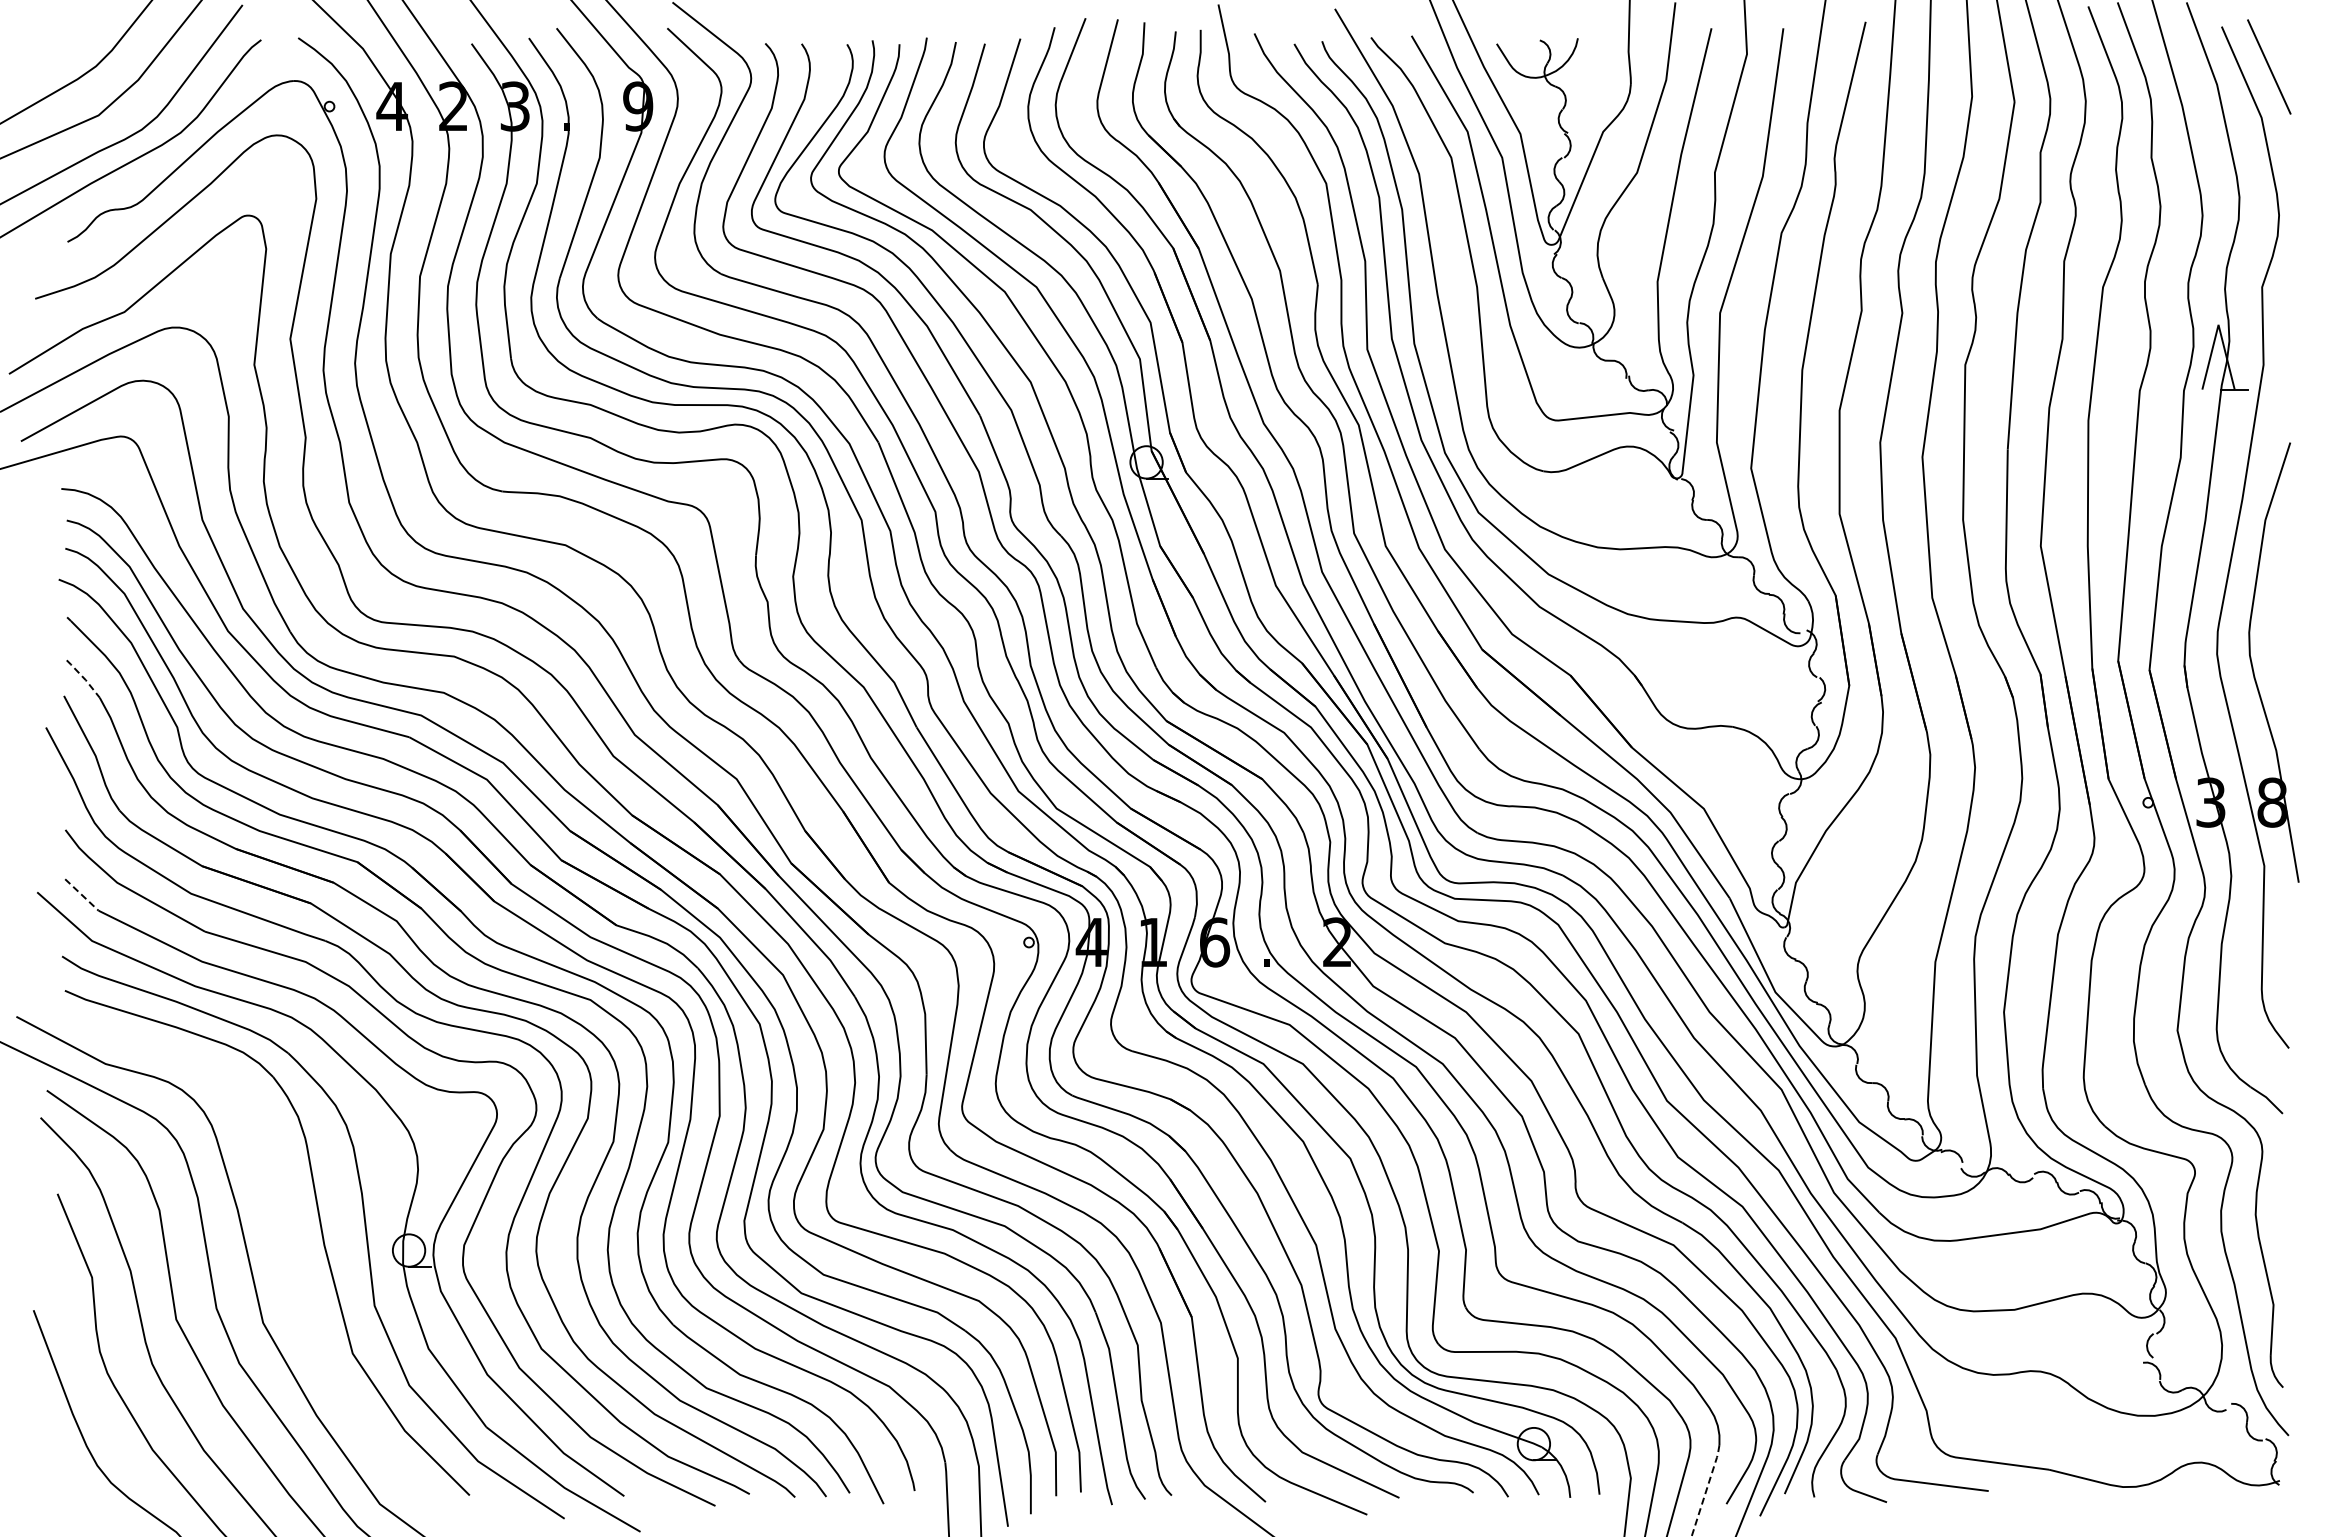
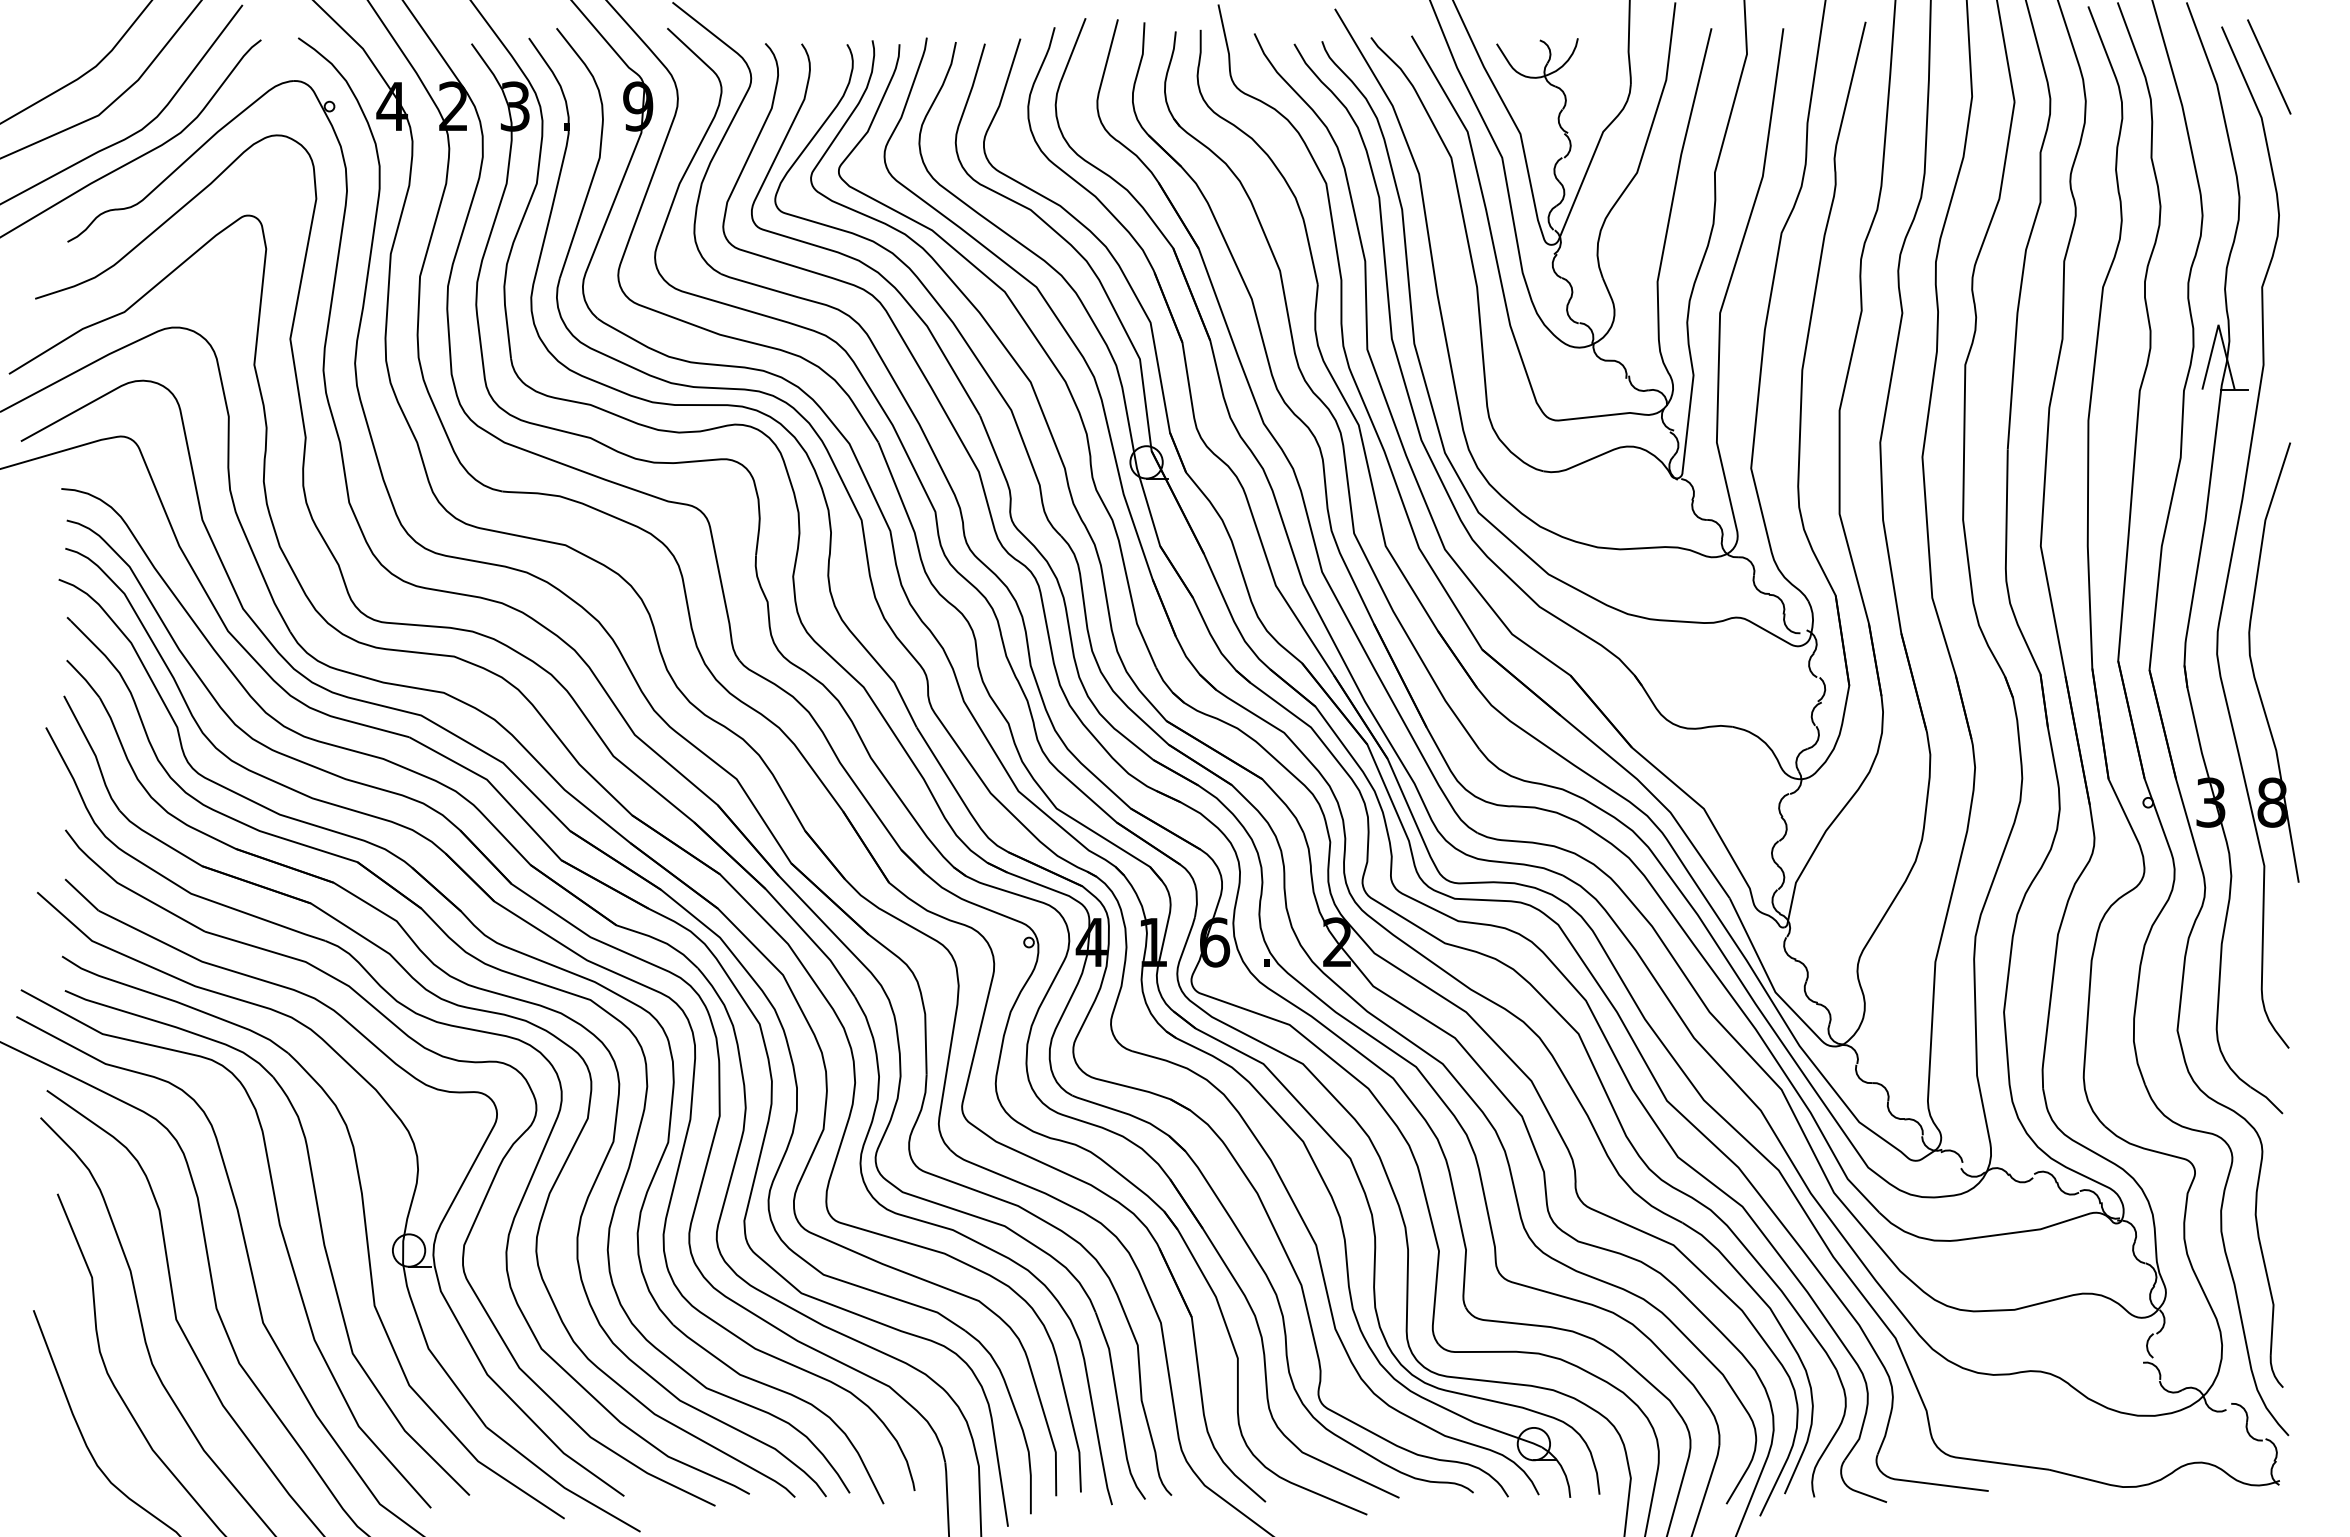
line at (84, 678): dashed -> solid
line at (81, 894): dashed -> solid
curve at (280, 1231): none -> present
line at (1706, 1490): dashed -> solid
